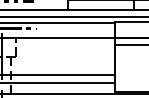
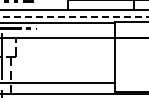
line at (74, 17): solid -> dashed
line at (130, 45): present -> none
line at (58, 75): present -> none
